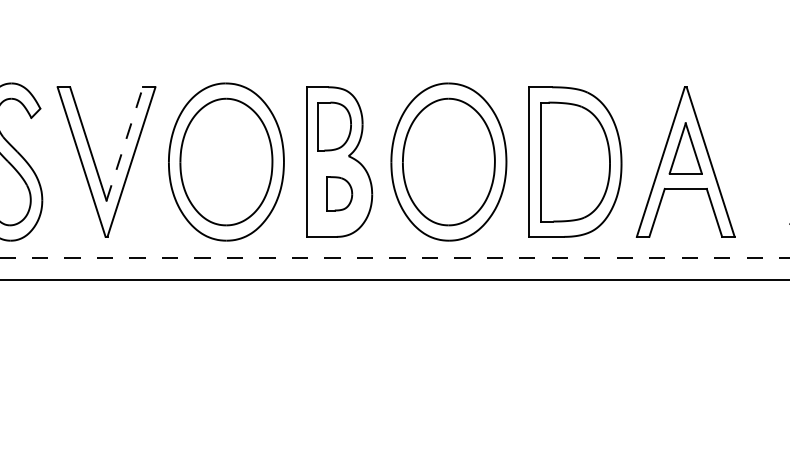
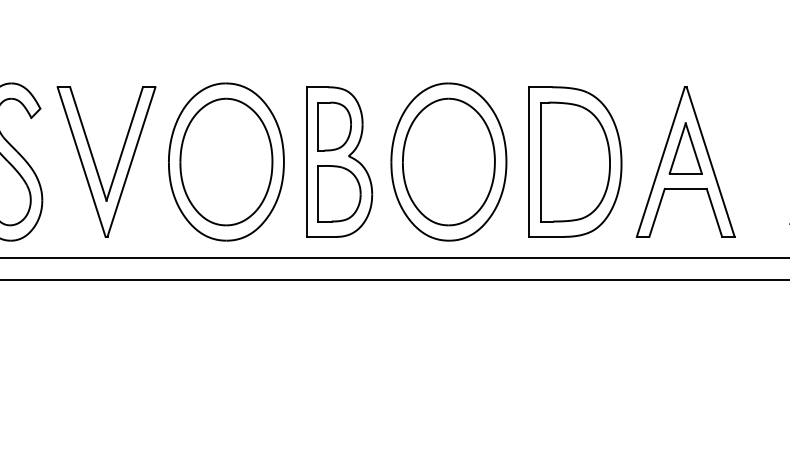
line at (124, 144): dashed -> solid
part at (339, 193) size: 28x36 px -> 45x58 px
line at (395, 258): dashed -> solid
